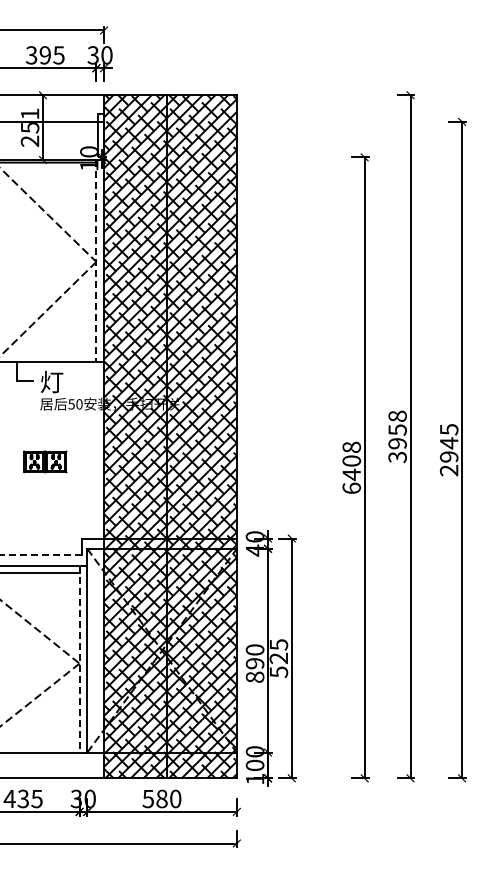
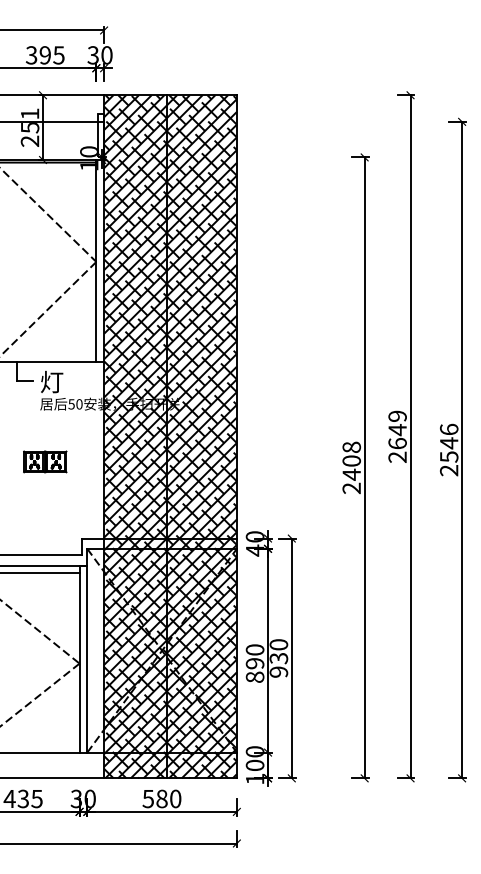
line at (96, 260): dashed -> solid
text at (397, 436): 3958 -> 2649
text at (448, 442): 2945 -> 2546
text at (351, 488): 6408 -> 2408
line at (41, 555): dashed -> solid
text at (278, 658): 525 -> 930
line at (79, 659): dashed -> solid
